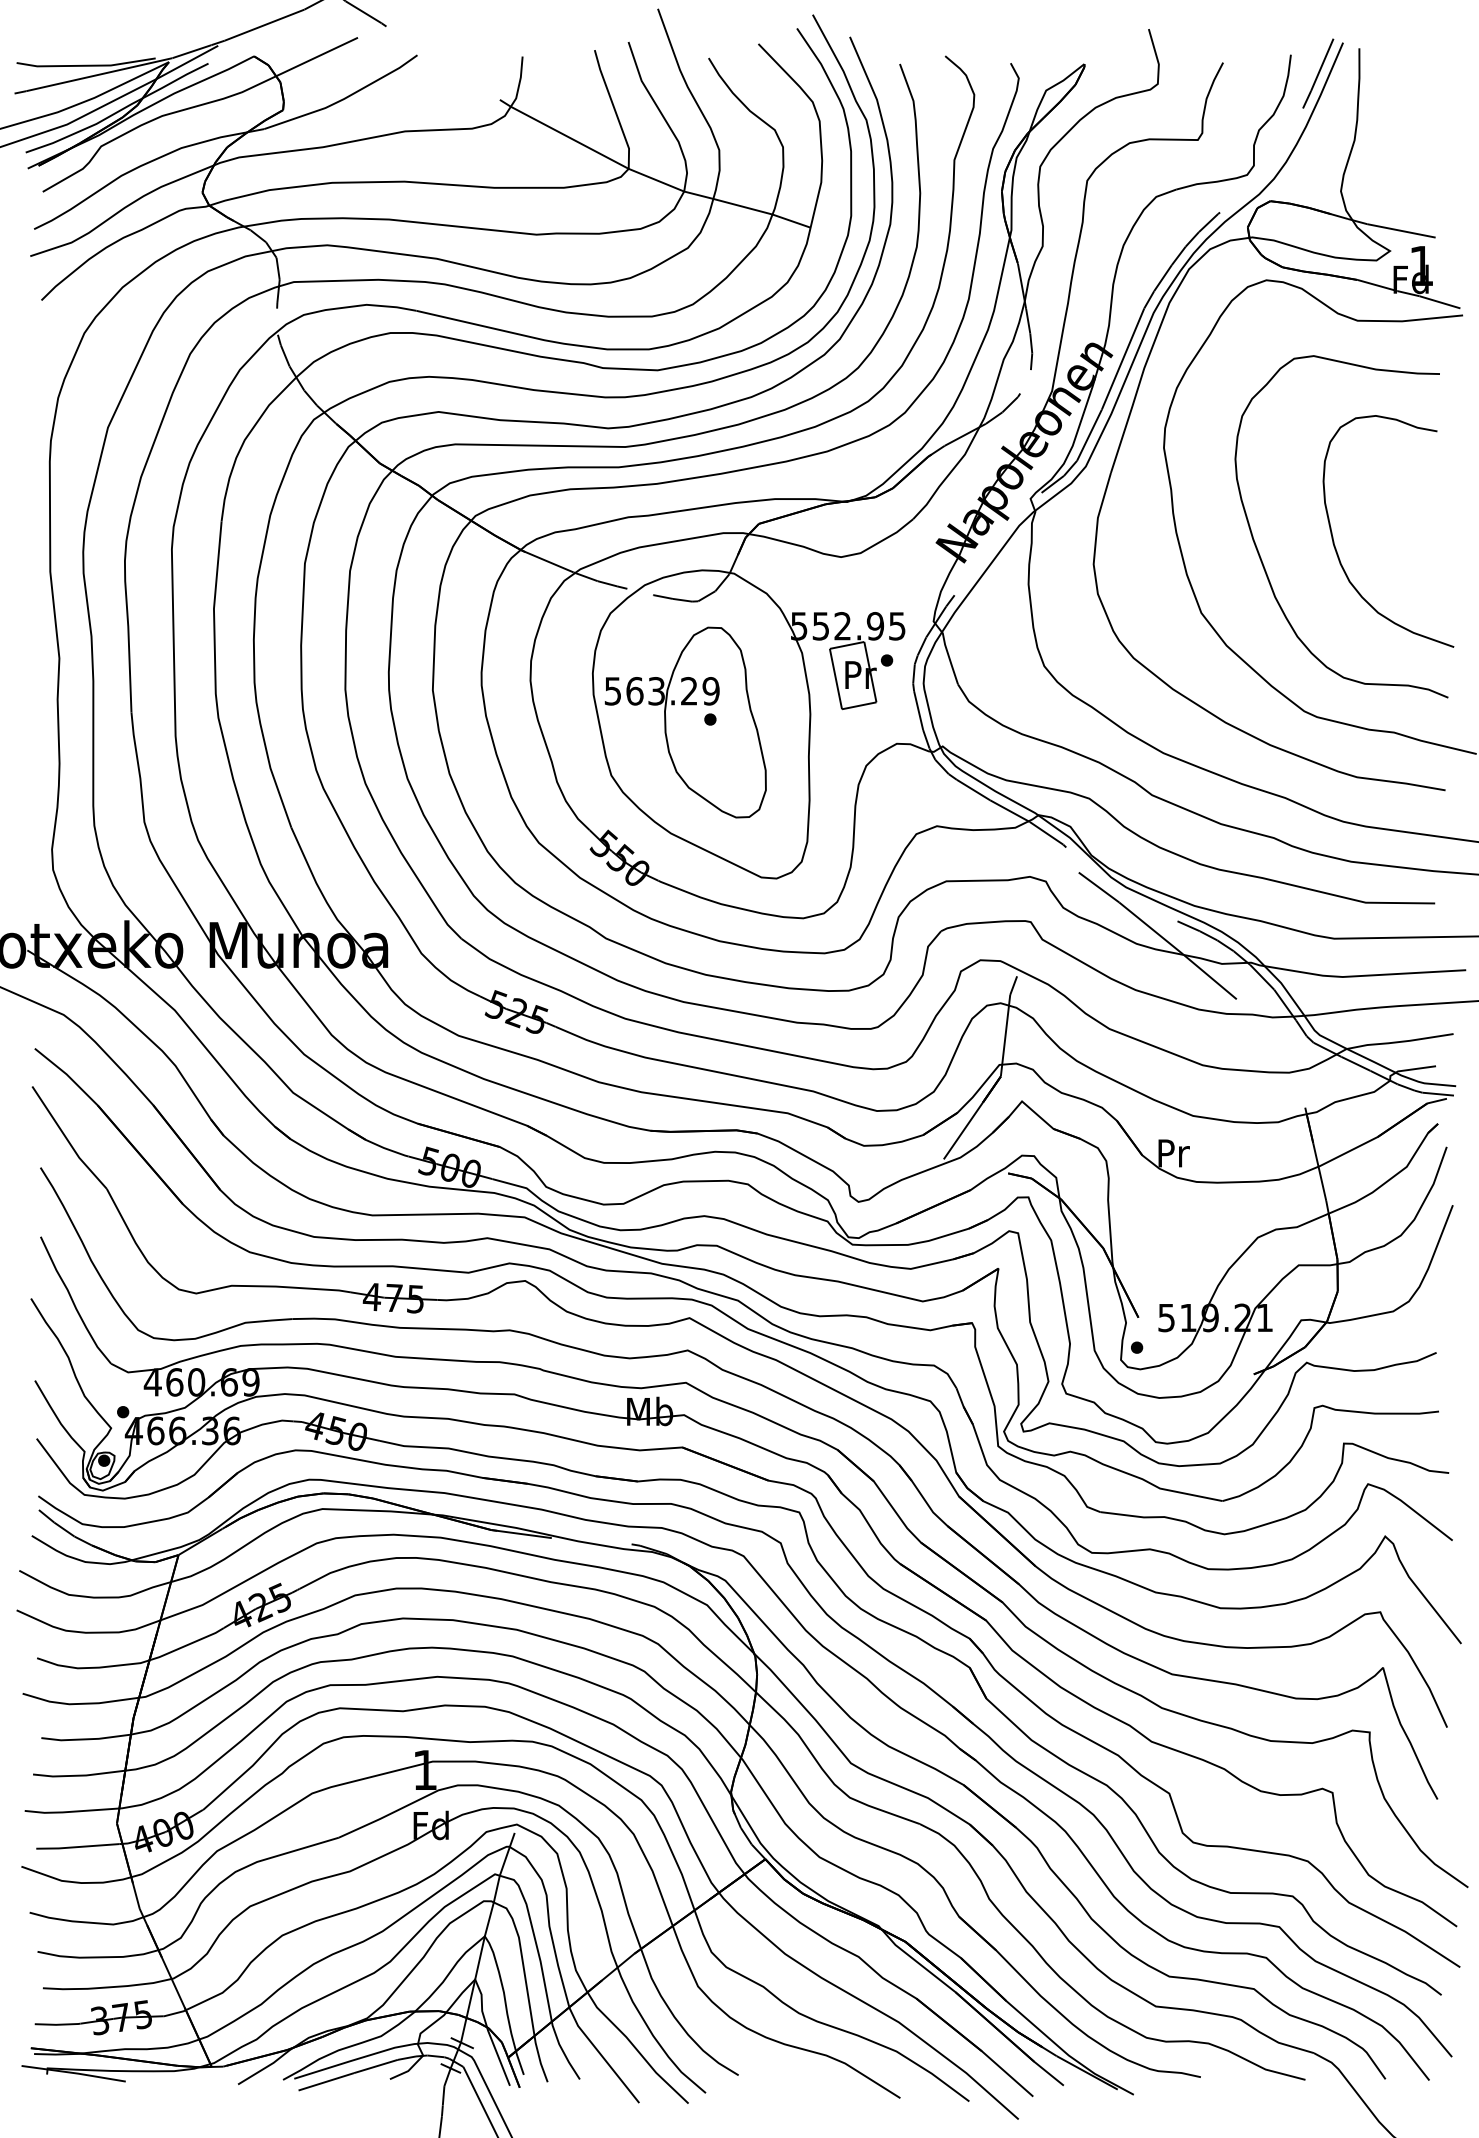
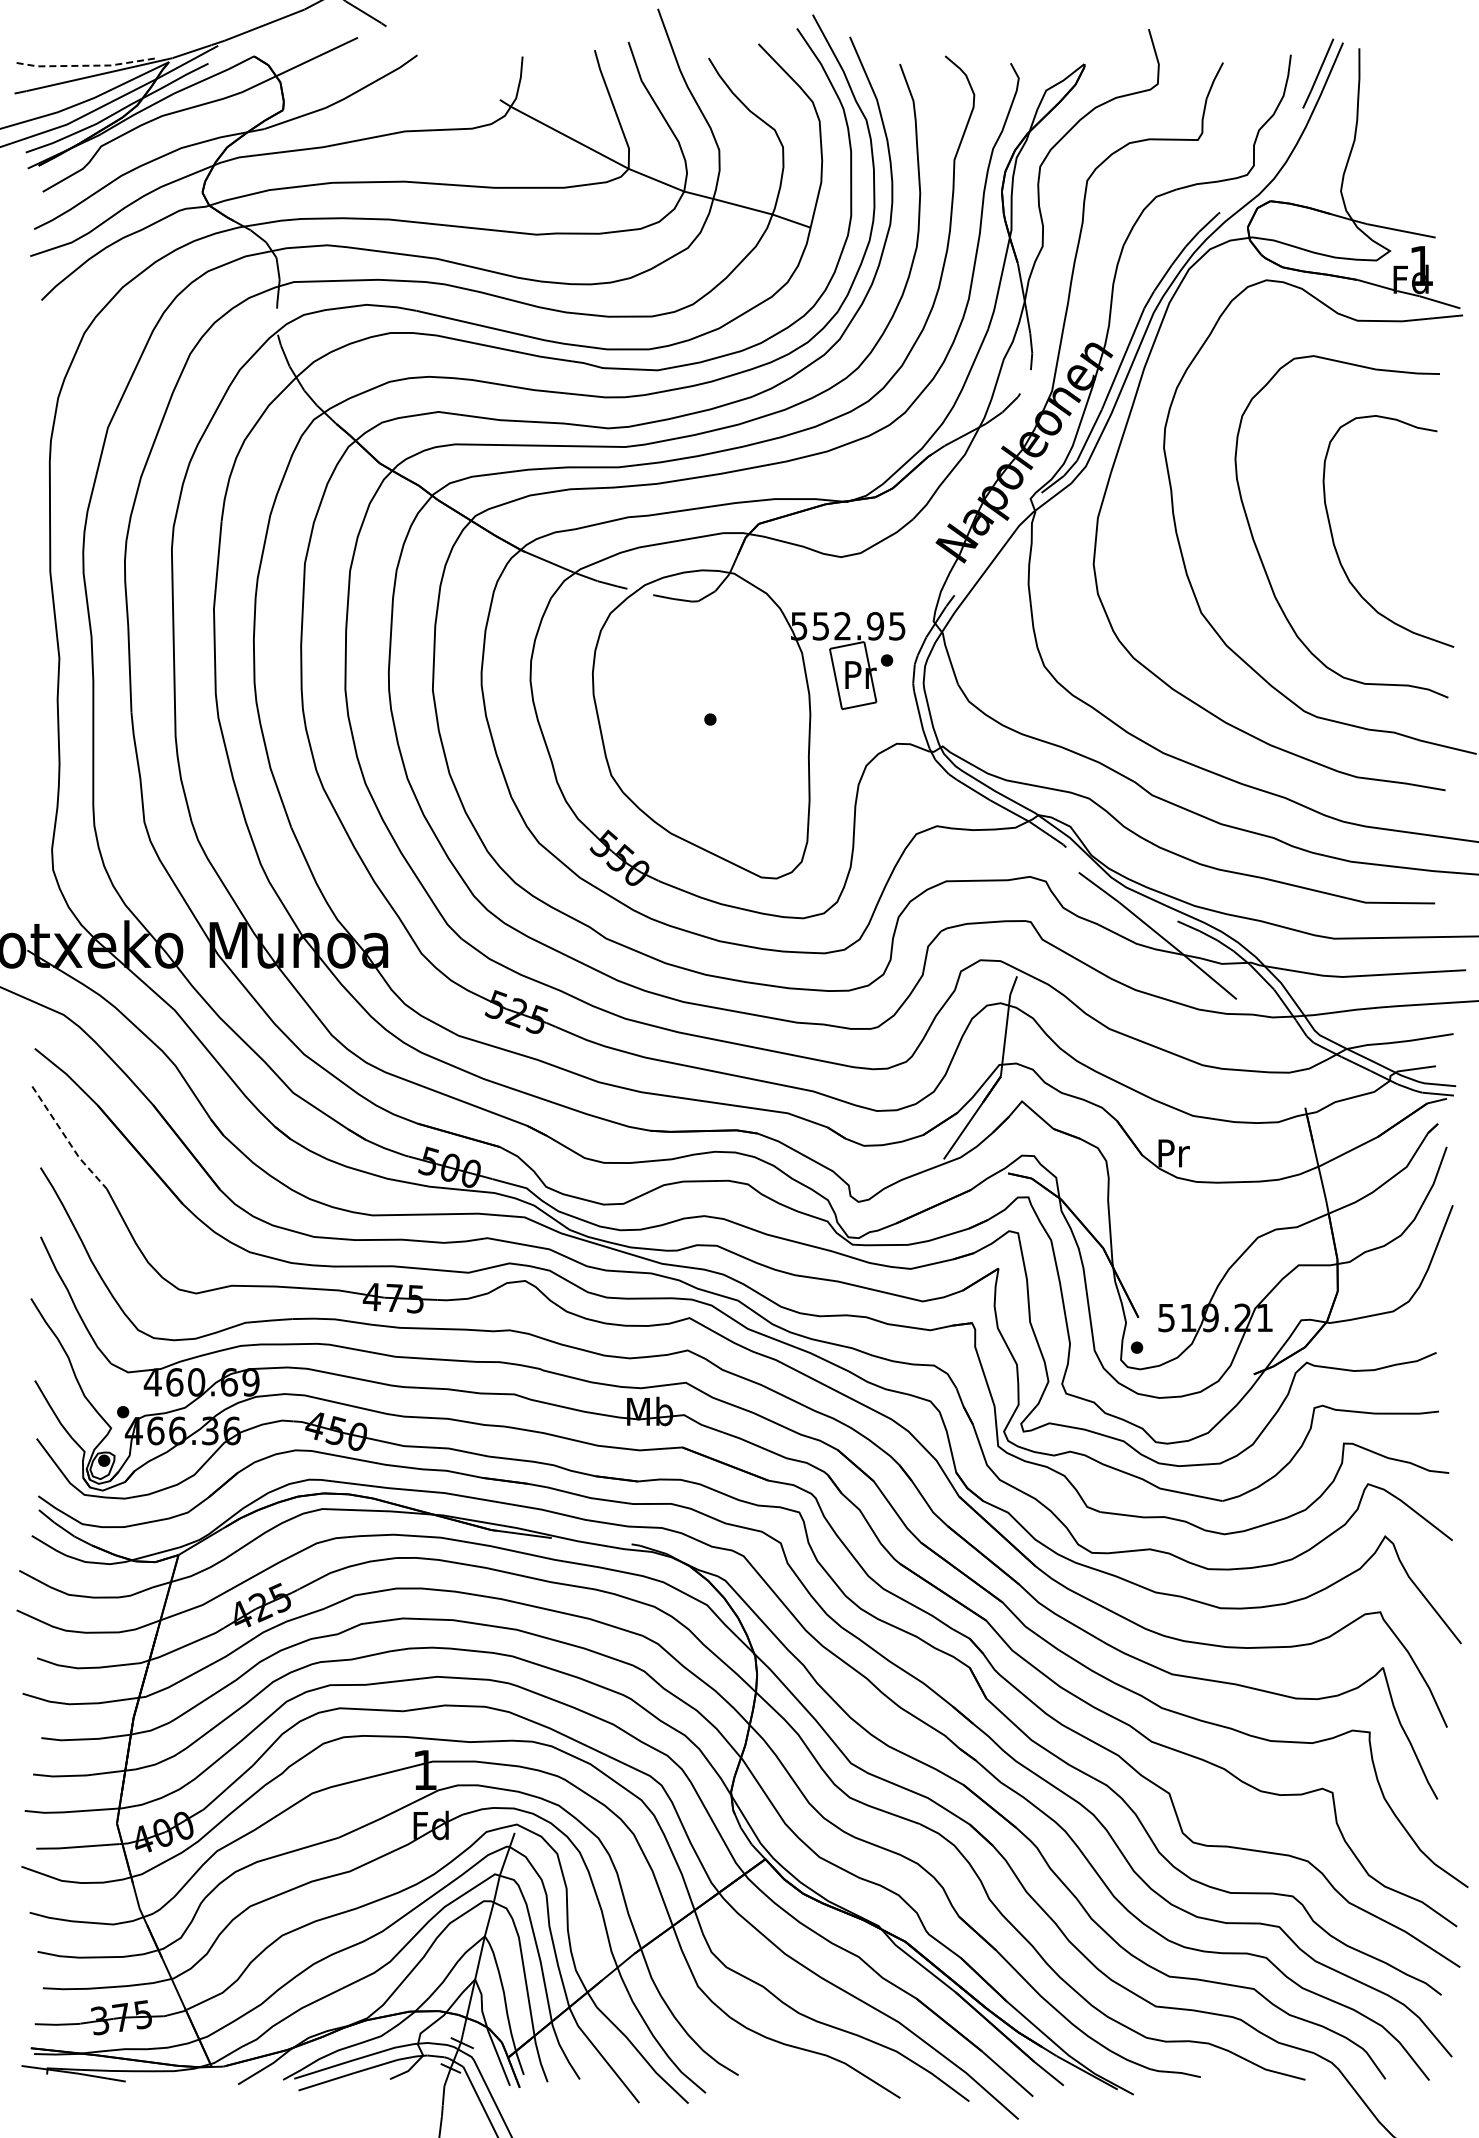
line at (87, 65): solid -> dashed
part at (685, 722): present -> none
line at (67, 1140): solid -> dashed
